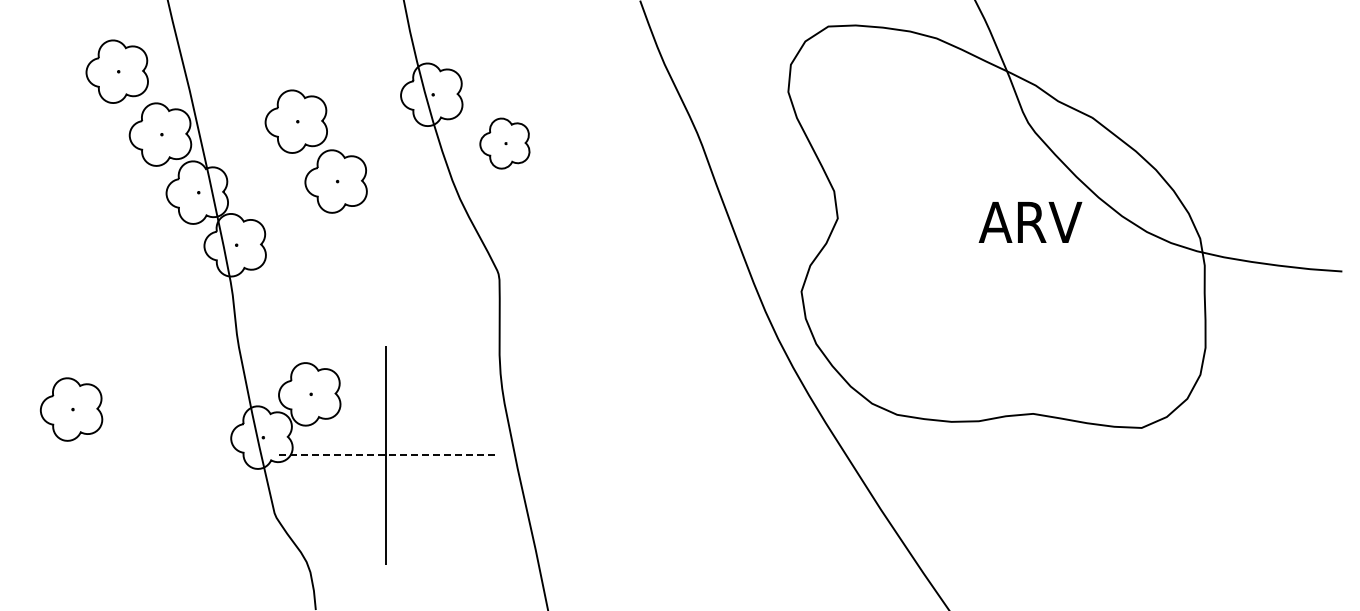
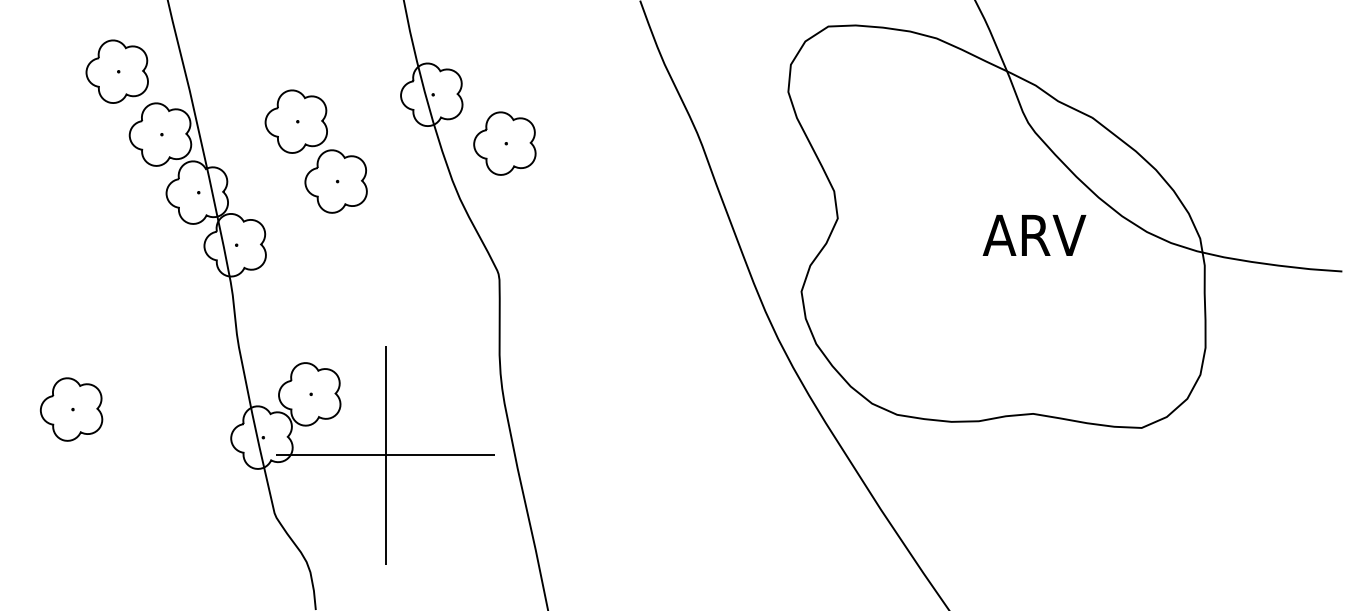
part at (504, 143) size: 52x53 px -> 64x65 px
text at (1030, 222) position: (1030, 222) -> (1034, 235)
line at (385, 455): dashed -> solid
